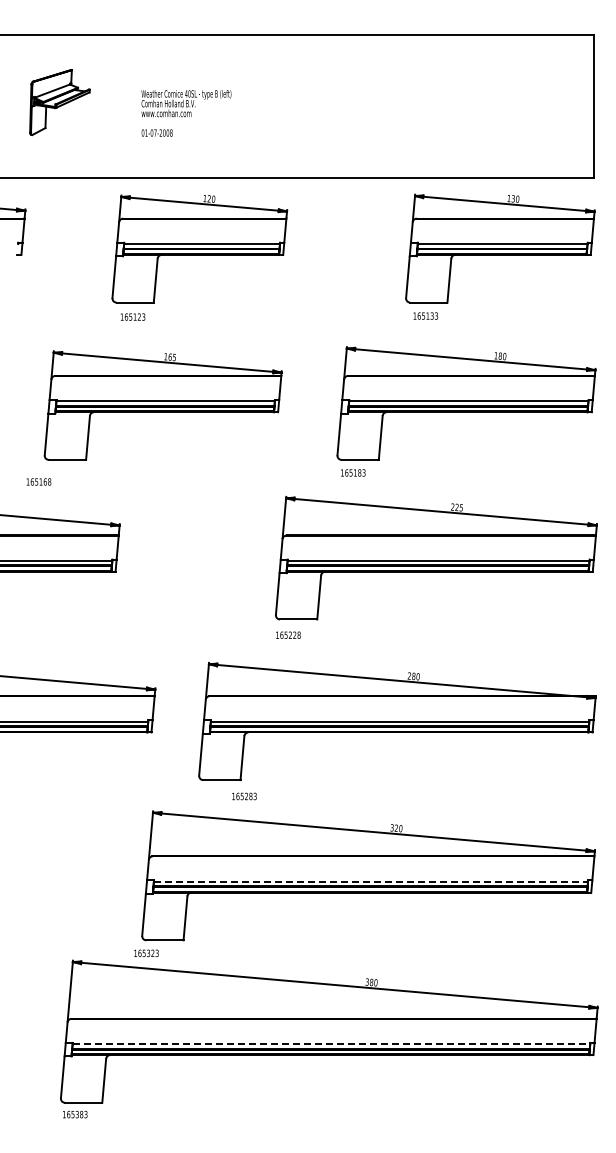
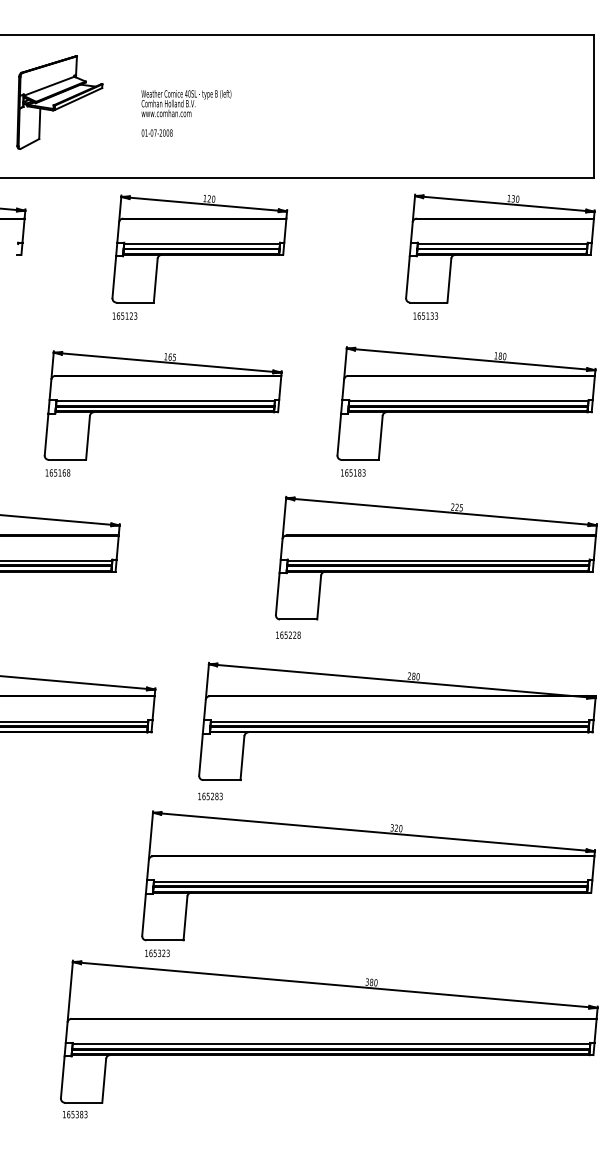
part at (59, 102) size: 62x67 px -> 88x95 px
text at (132, 316) position: (132, 316) -> (124, 315)
text at (38, 481) position: (38, 481) -> (57, 472)
text at (244, 796) position: (244, 796) -> (210, 796)
line at (371, 881): dashed -> solid
text at (146, 953) position: (146, 953) -> (157, 953)
line at (331, 1044): dashed -> solid
